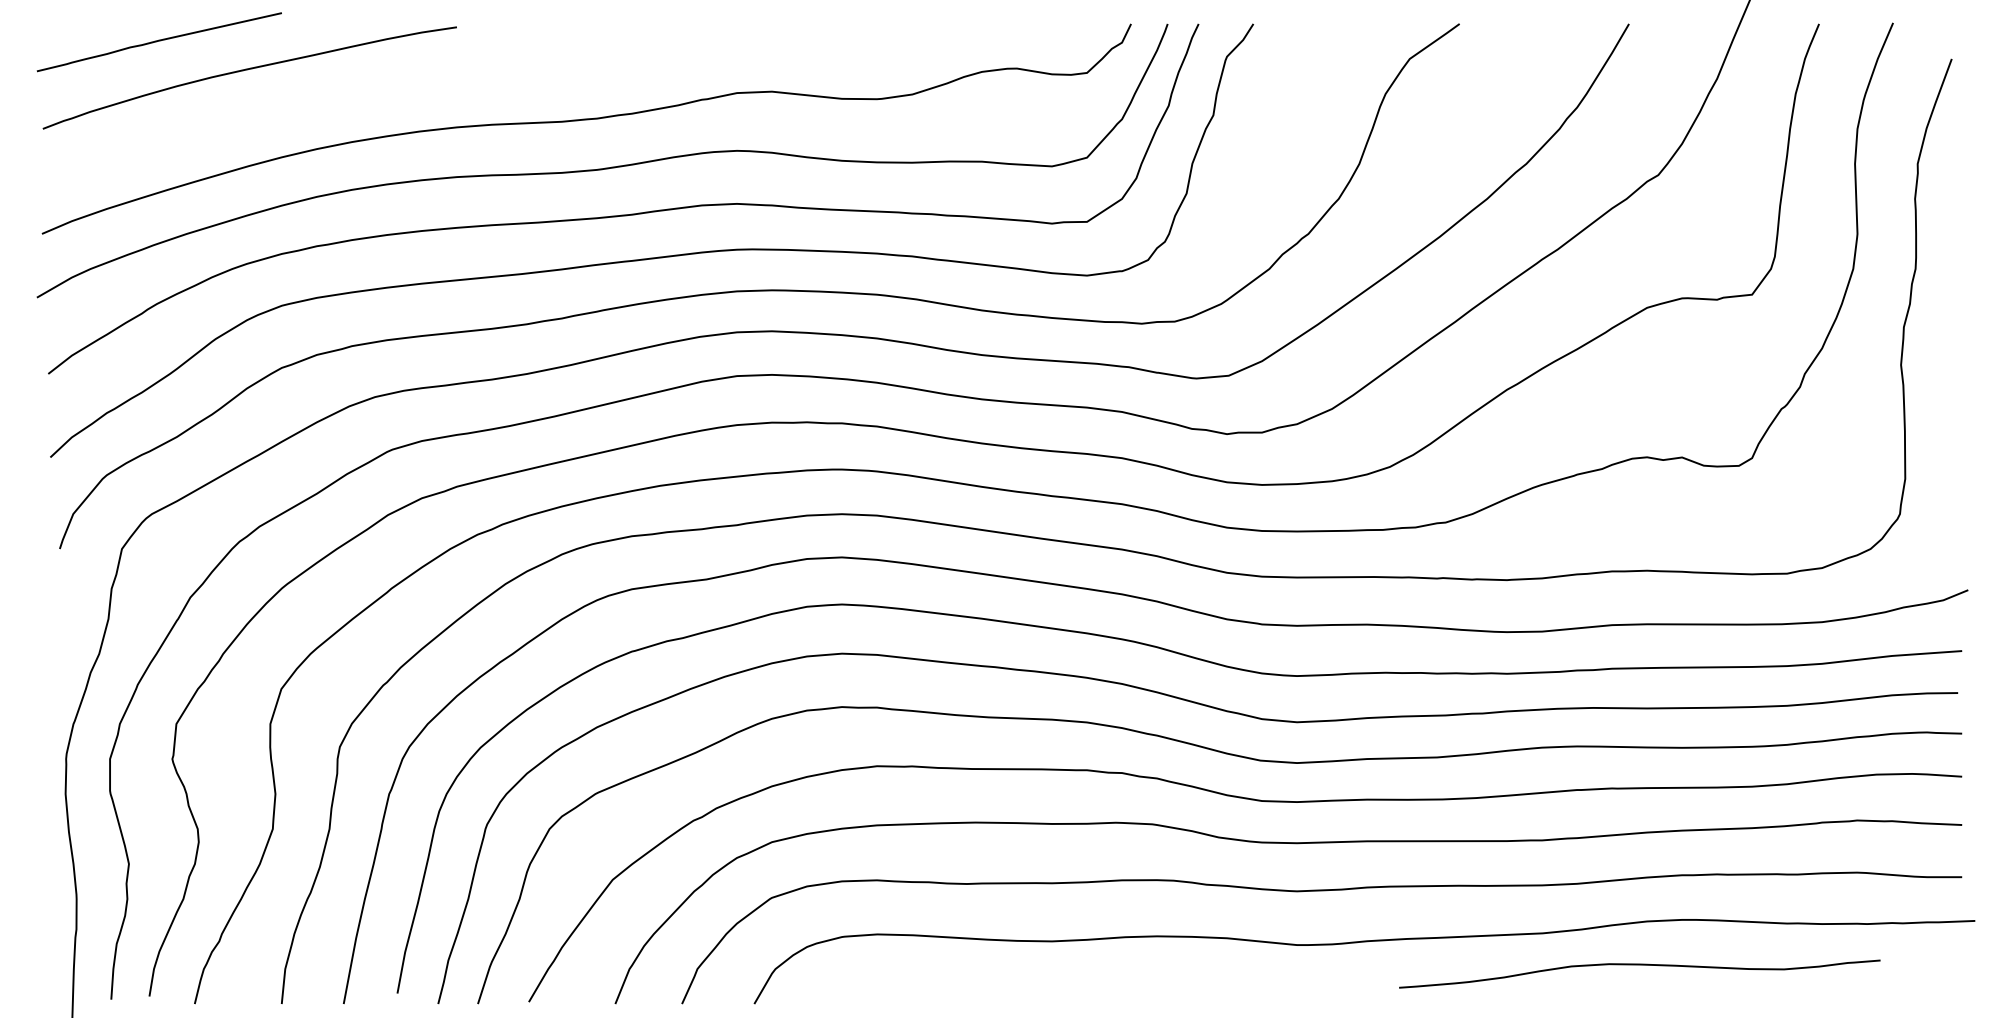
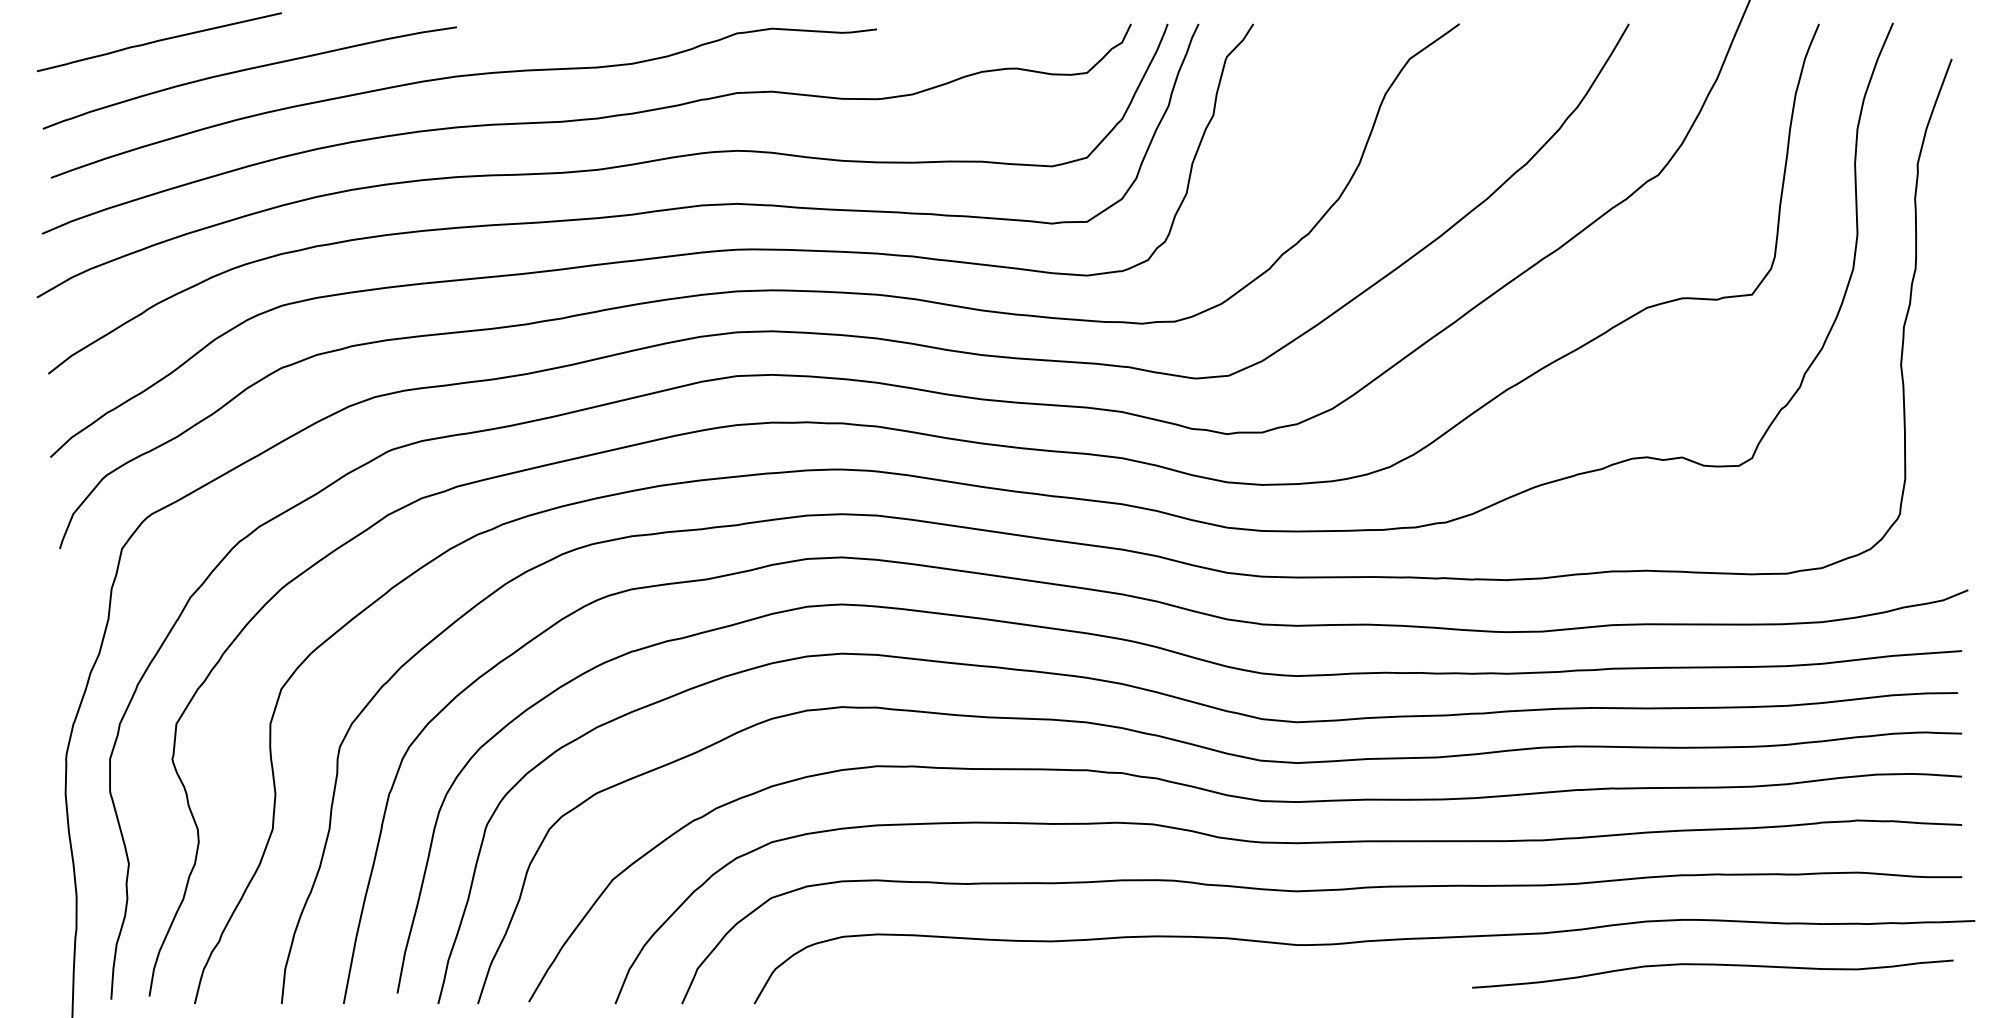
curve at (459, 77): none -> present
curve at (1639, 965) position: (1639, 965) -> (1712, 965)
